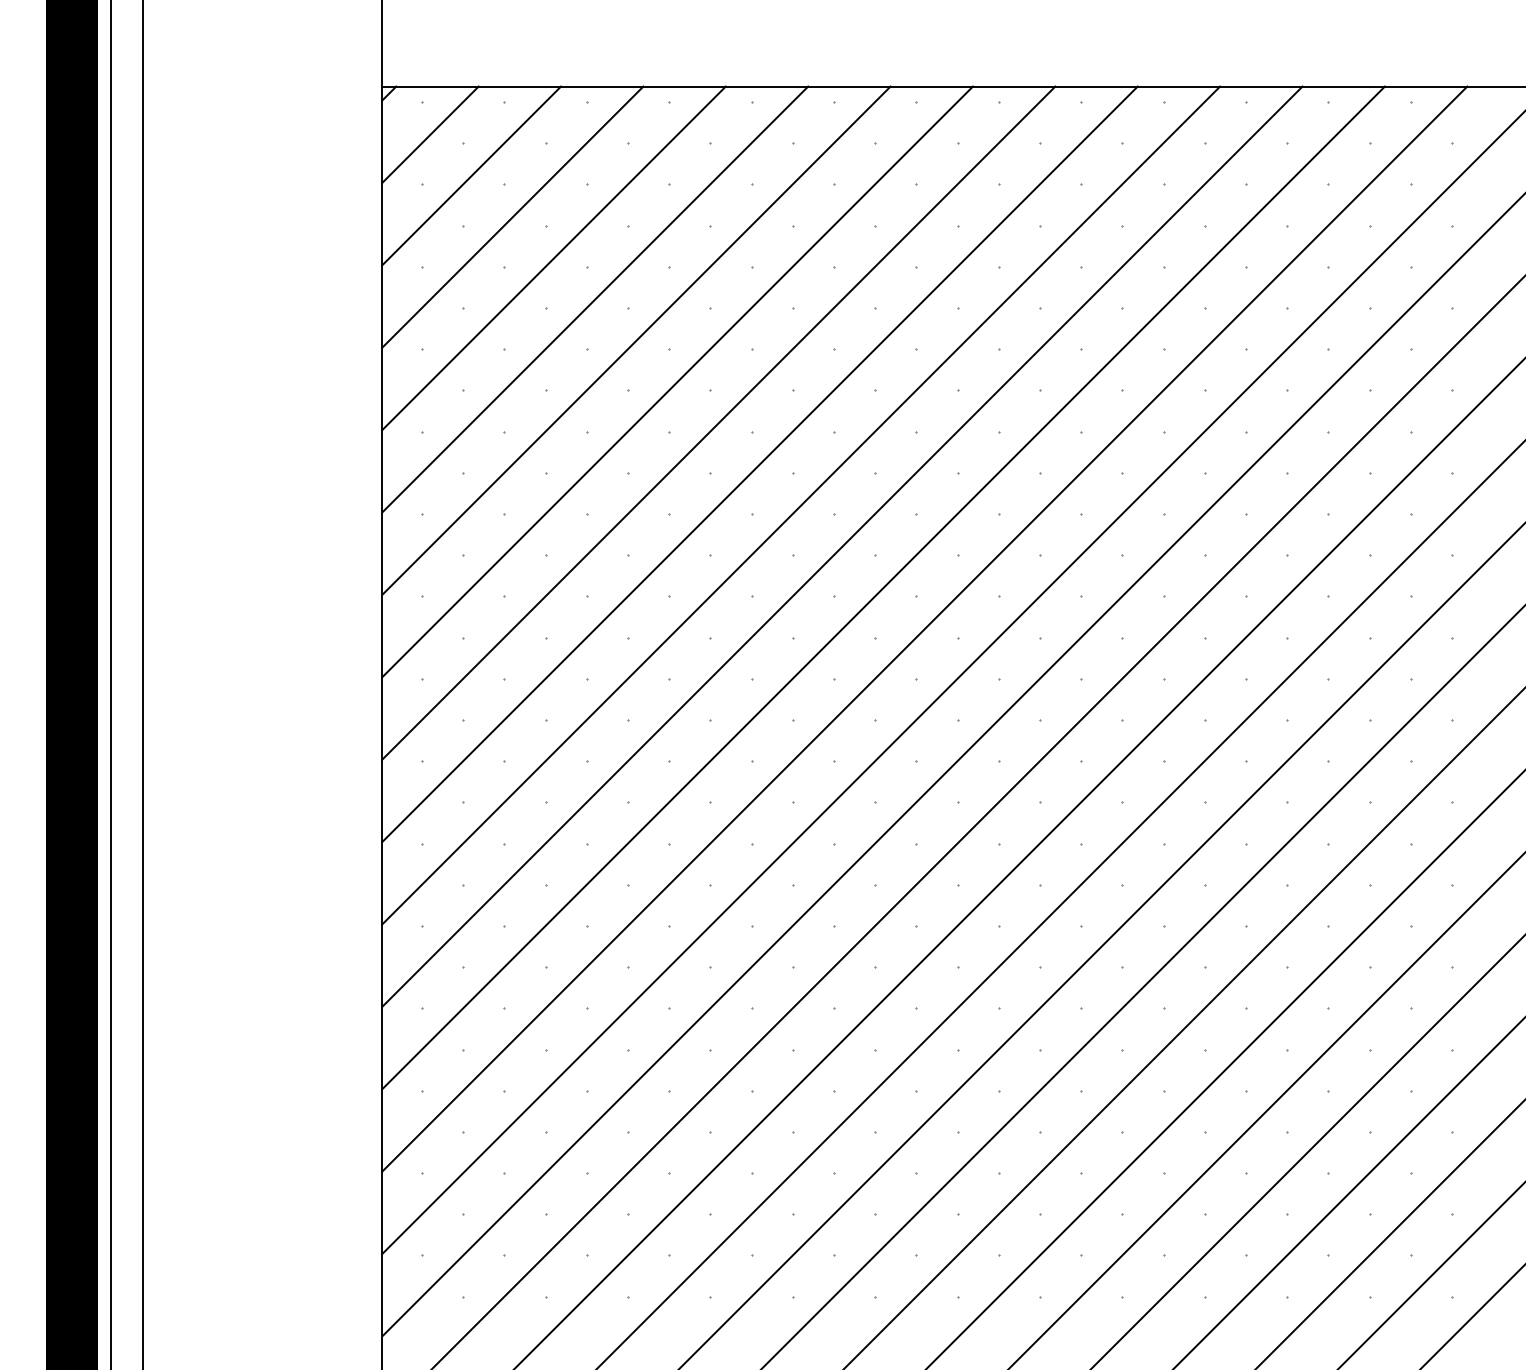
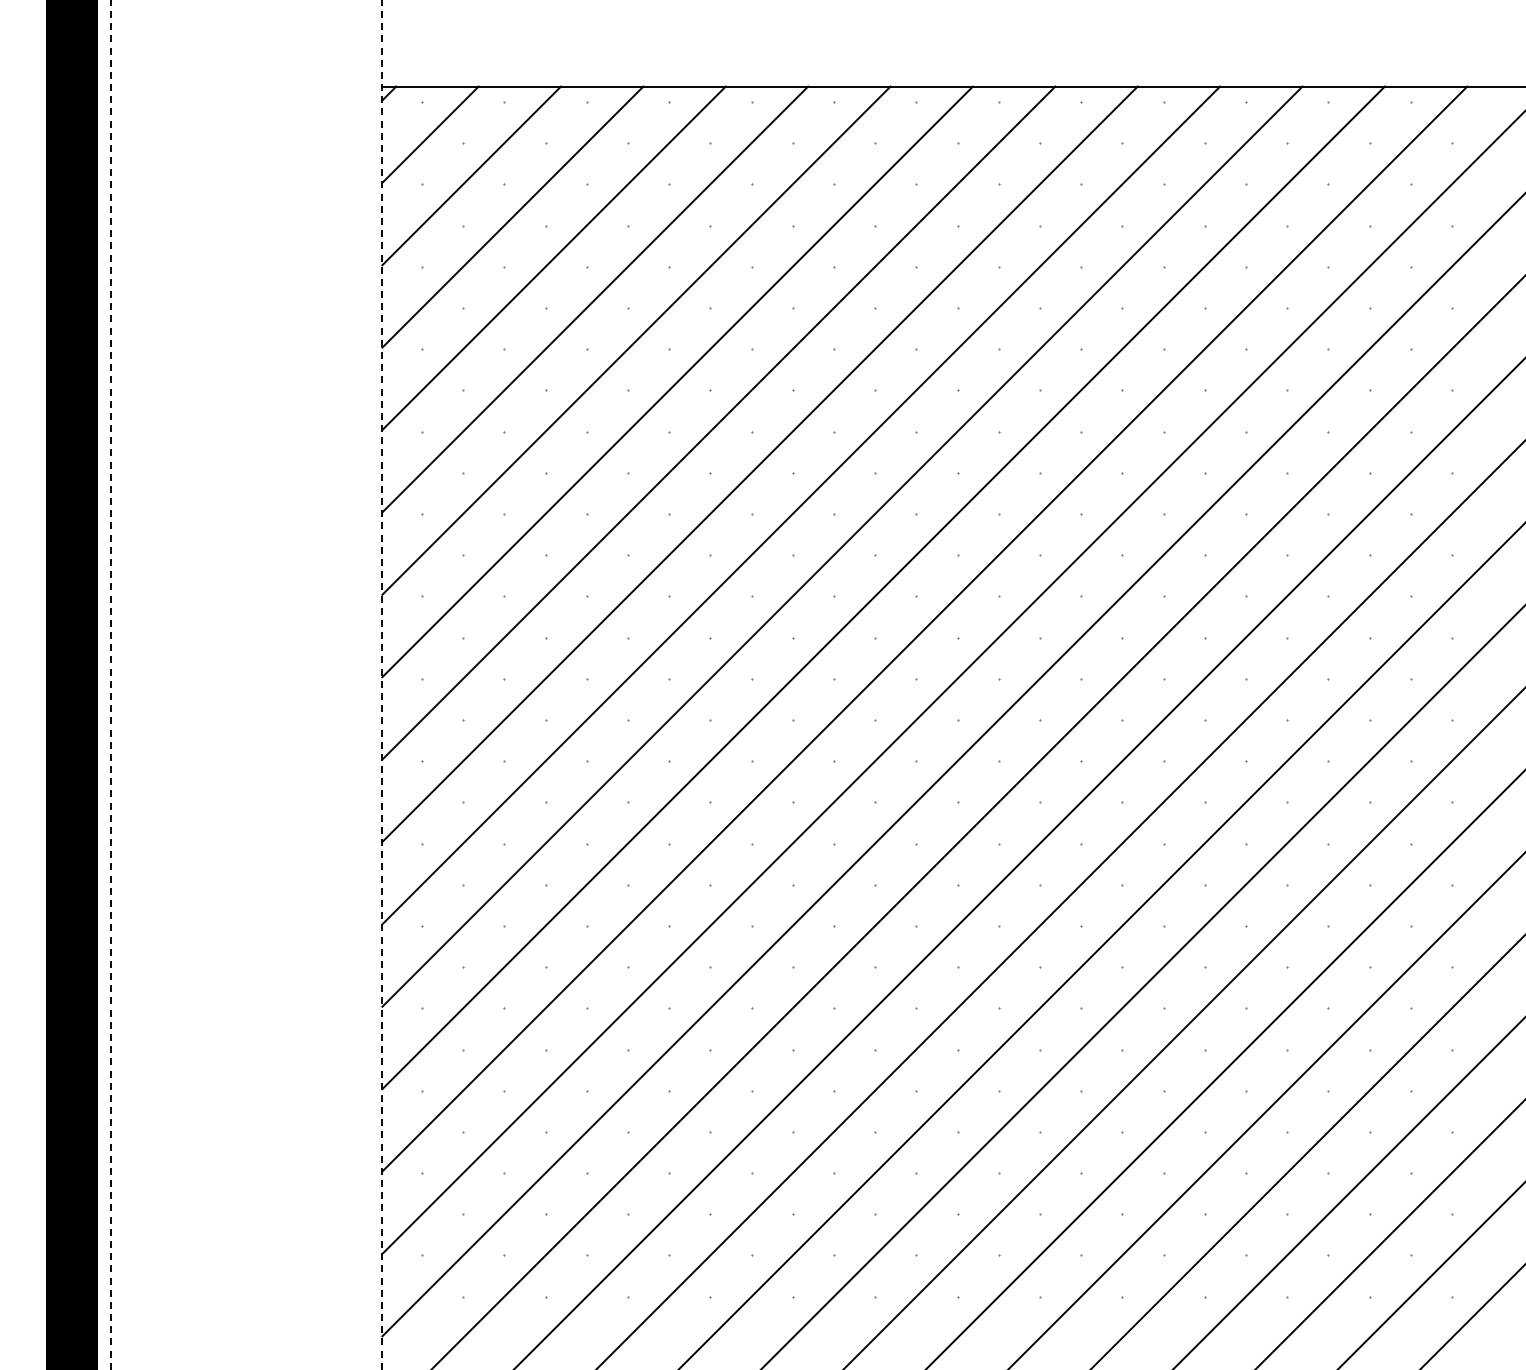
line at (142, 684): present -> none
line at (110, 685): solid -> dashed
line at (382, 685): solid -> dashed
